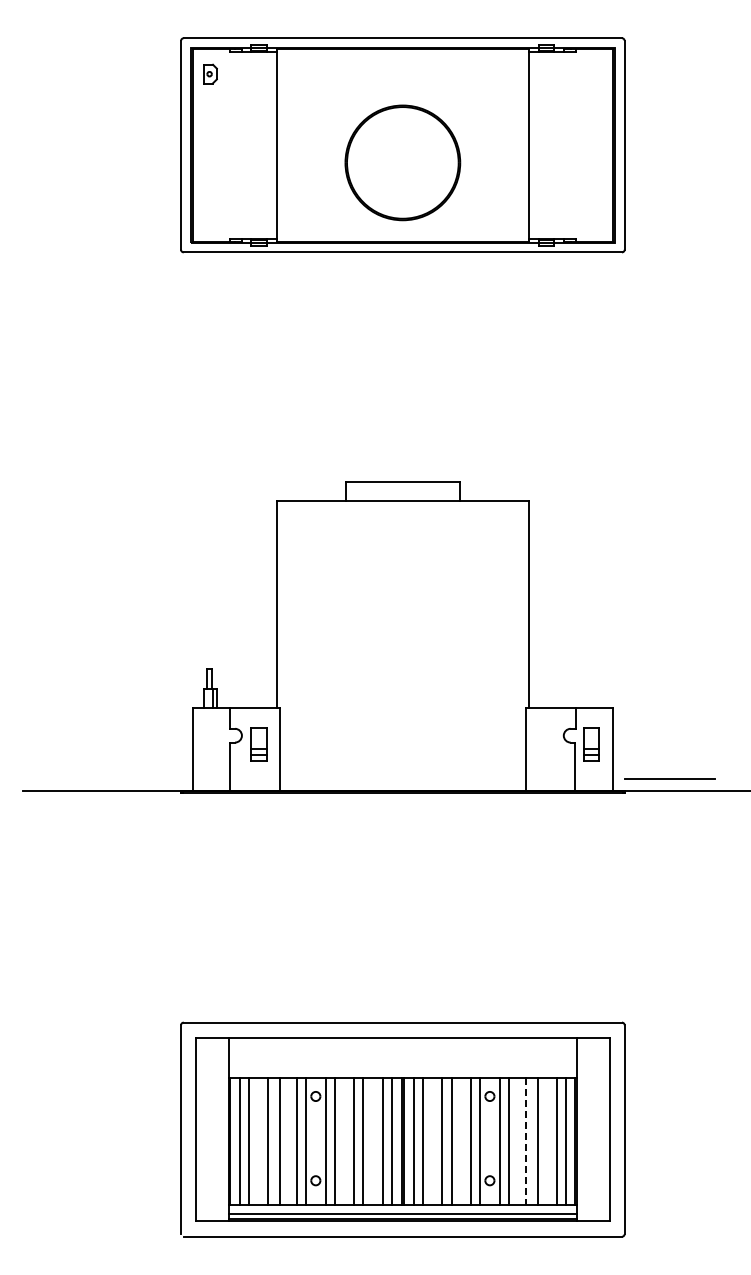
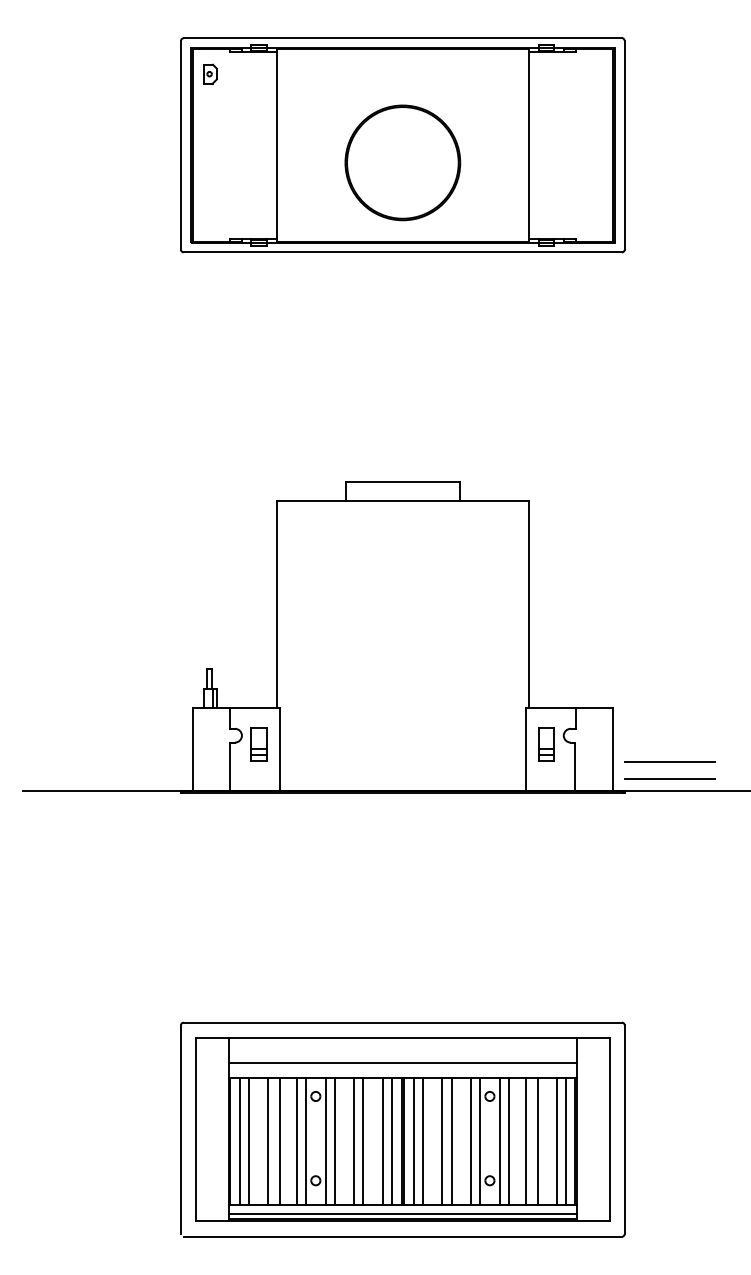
part at (591, 744) position: (591, 744) -> (546, 744)
line at (669, 762): none -> present
line at (402, 1062): none -> present
line at (526, 1142): dashed -> solid
